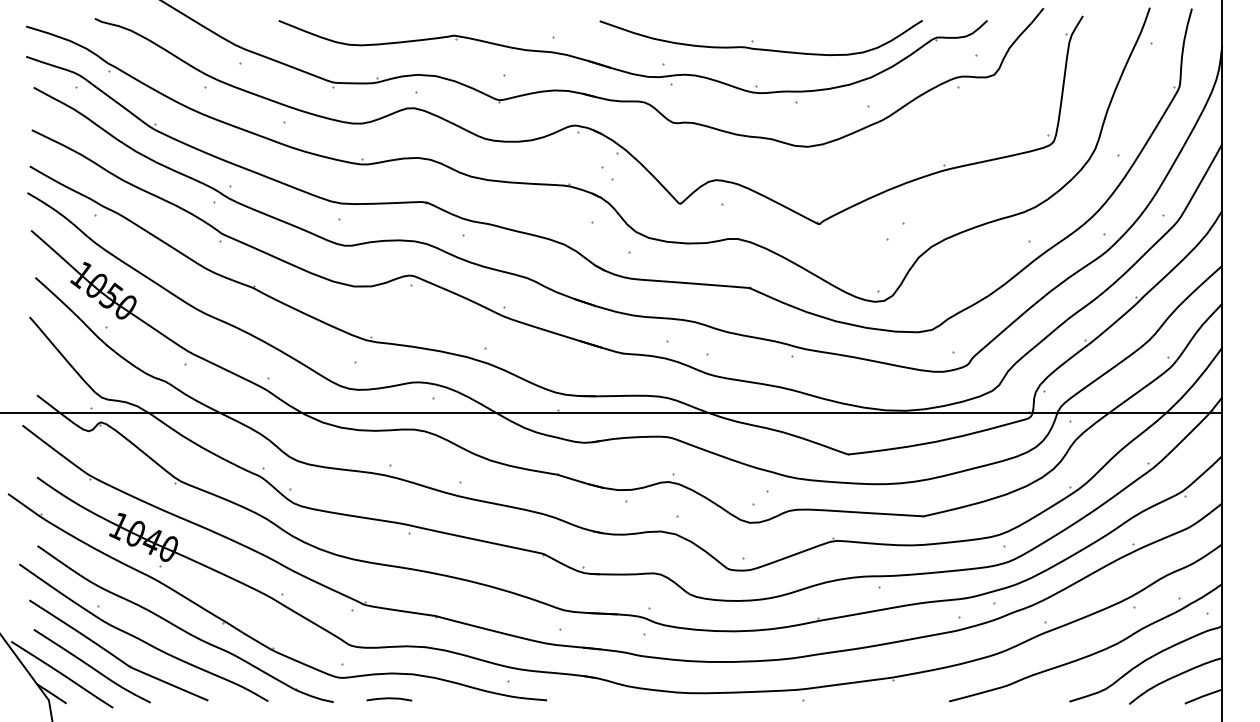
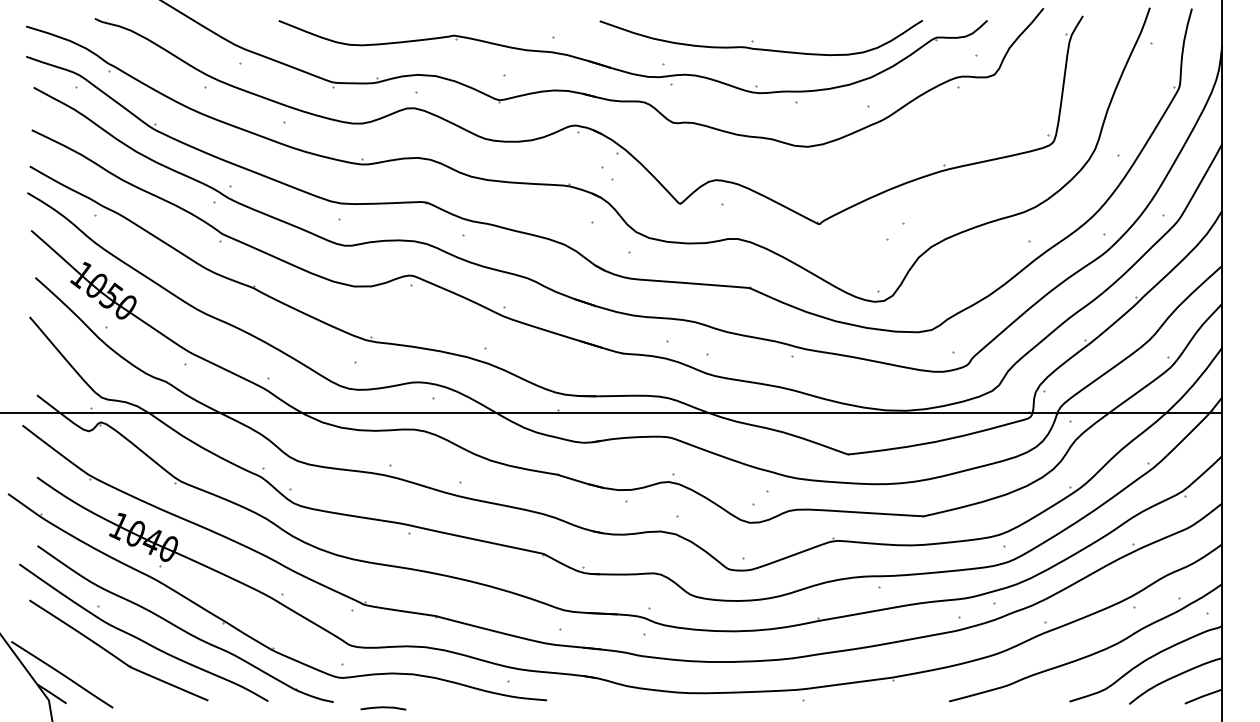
curve at (91, 666): present -> none
line at (389, 699) position: (389, 699) -> (383, 708)
